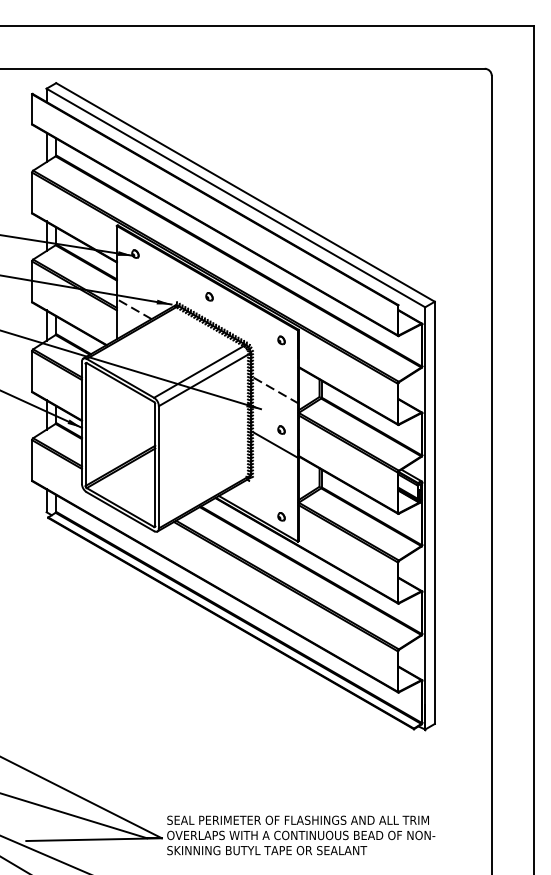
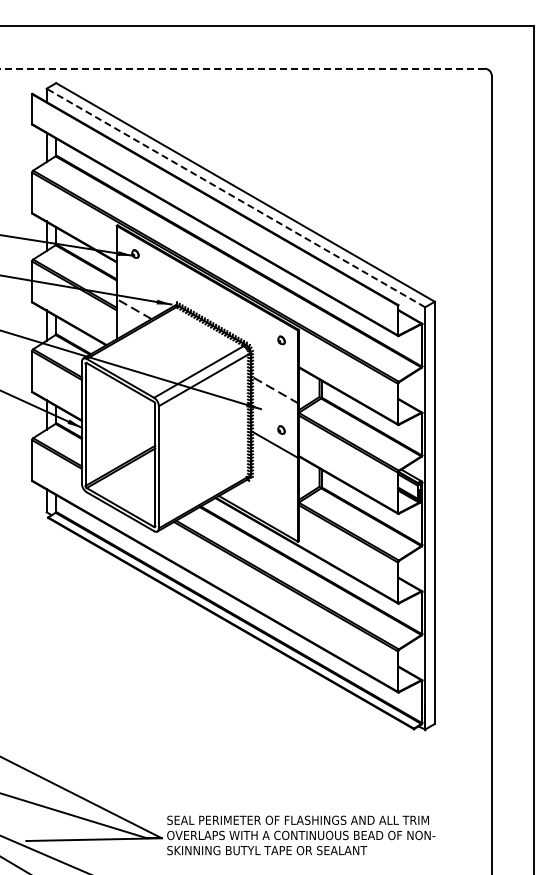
line at (241, 68): solid -> dashed
line at (235, 198): solid -> dashed
part at (209, 296): present -> none
part at (281, 516): present -> none
